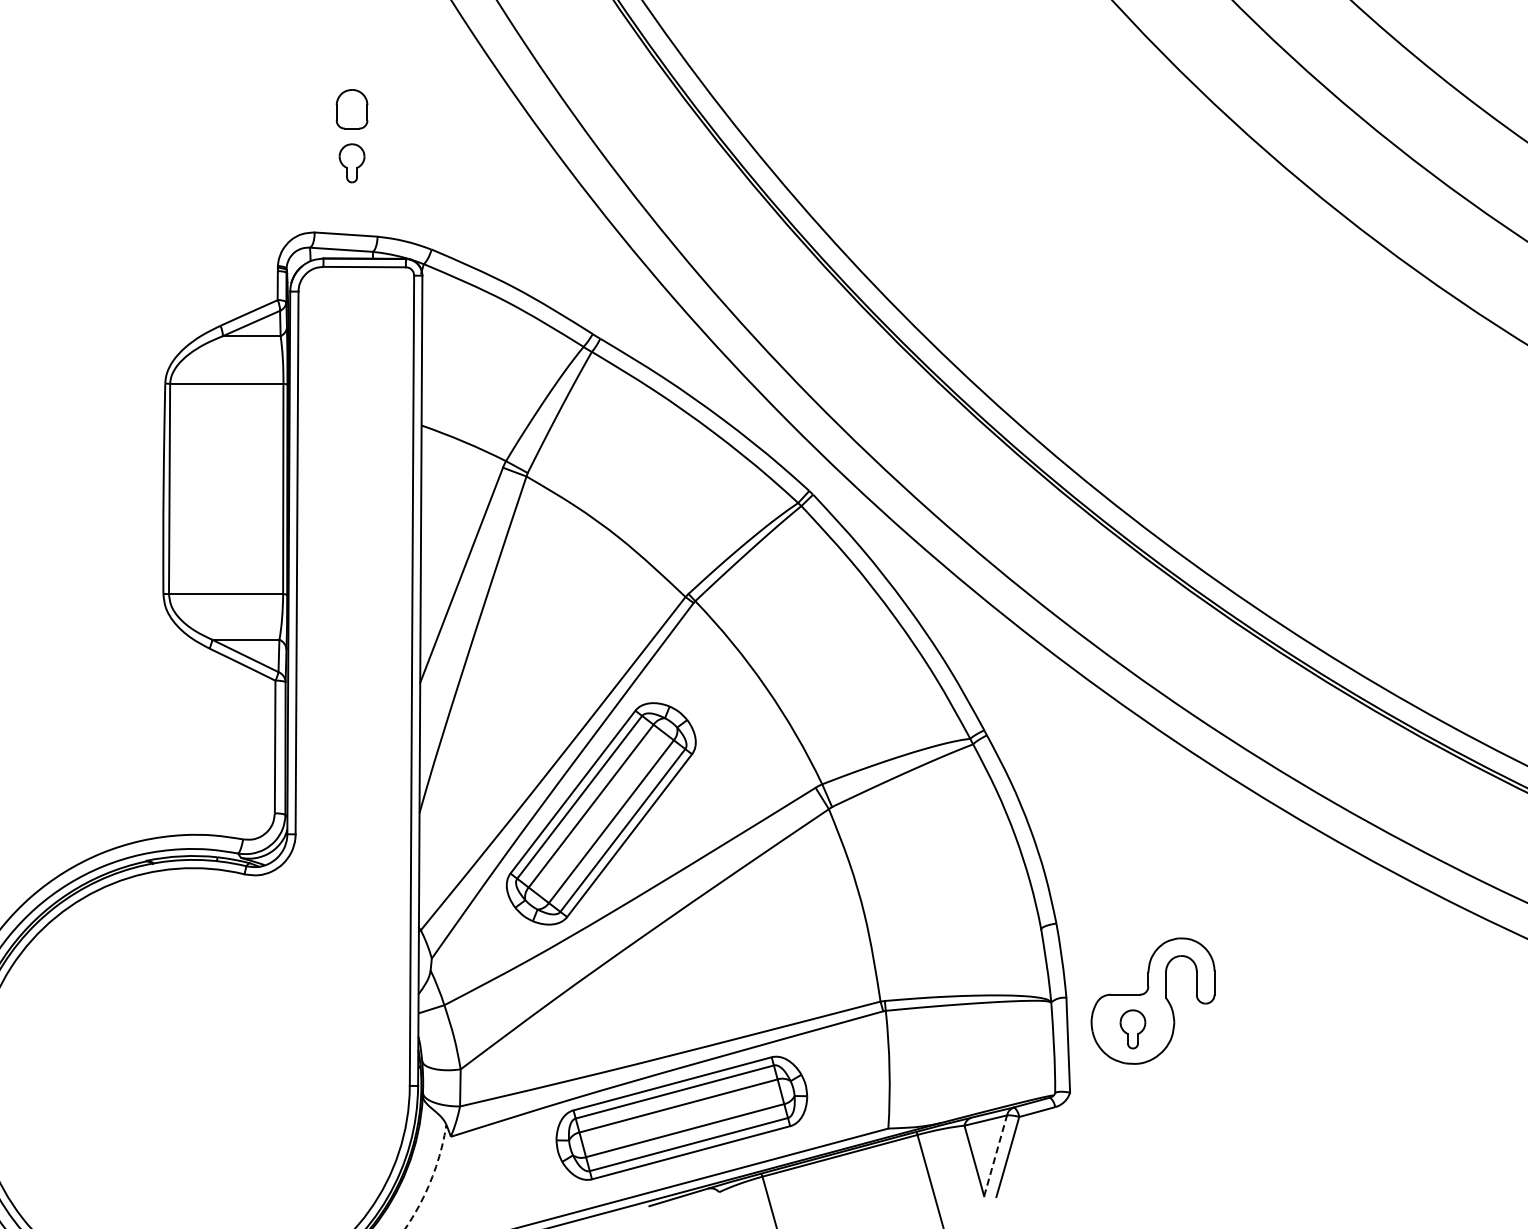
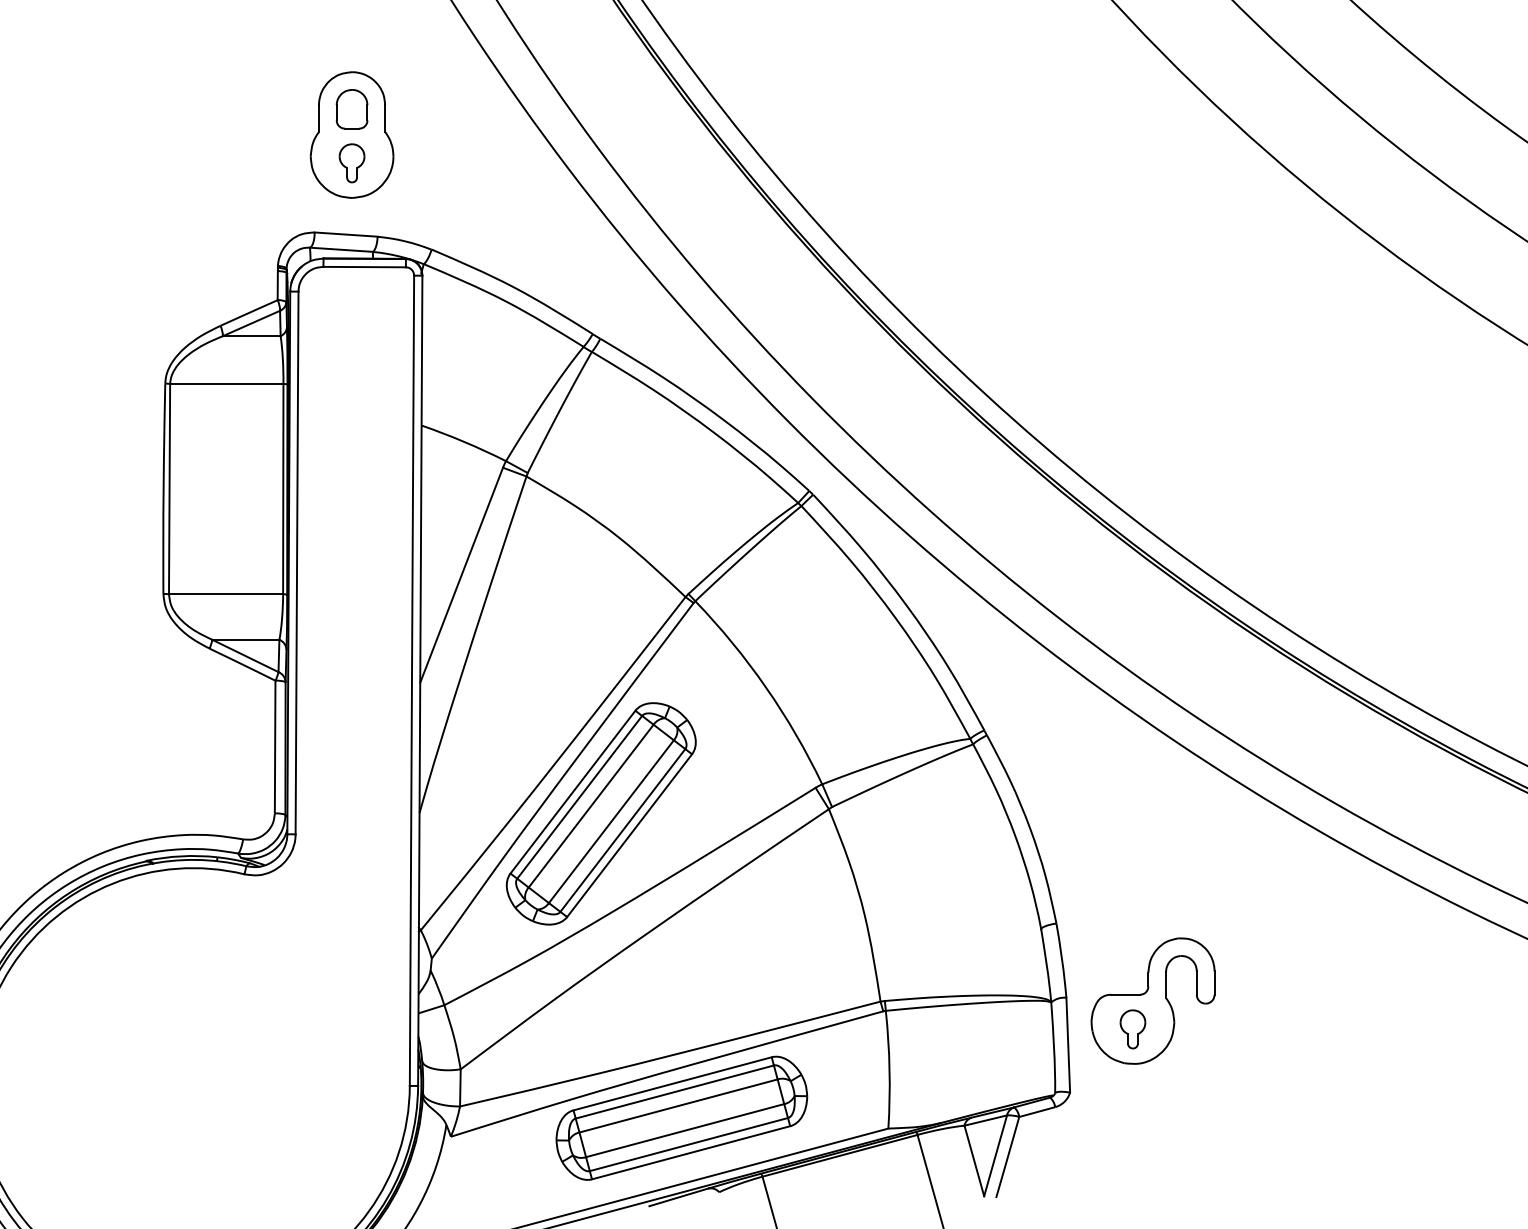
part at (351, 134): none -> present
line at (995, 1155): dashed -> solid
arc at (431, 1179): dashed -> solid
